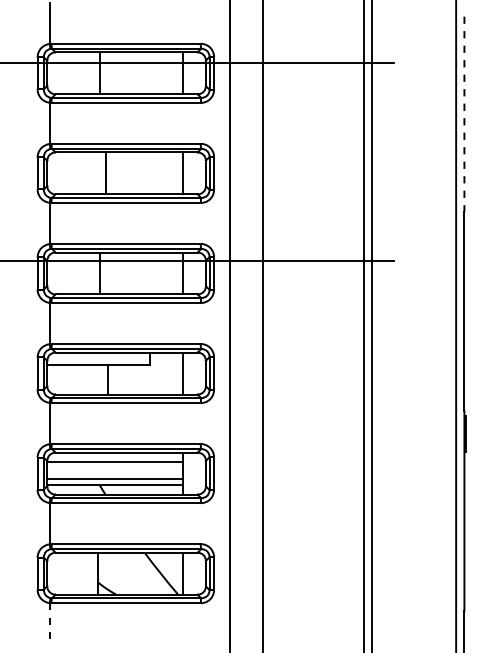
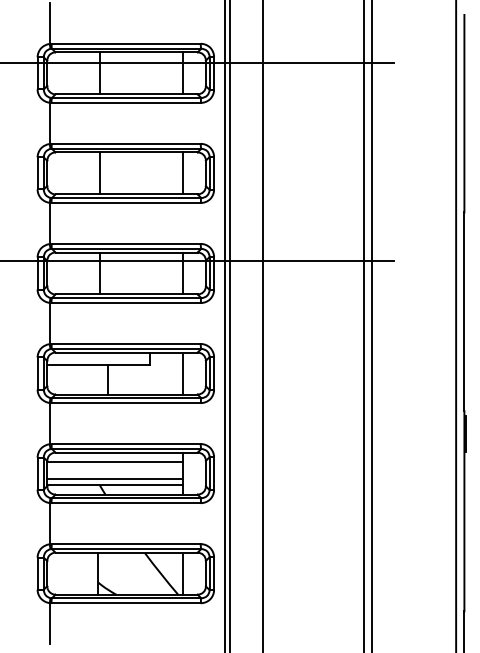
line at (464, 113): dashed -> solid
line at (105, 173) position: (105, 173) -> (99, 173)
line at (224, 325): none -> present
line at (49, 623): dashed -> solid
